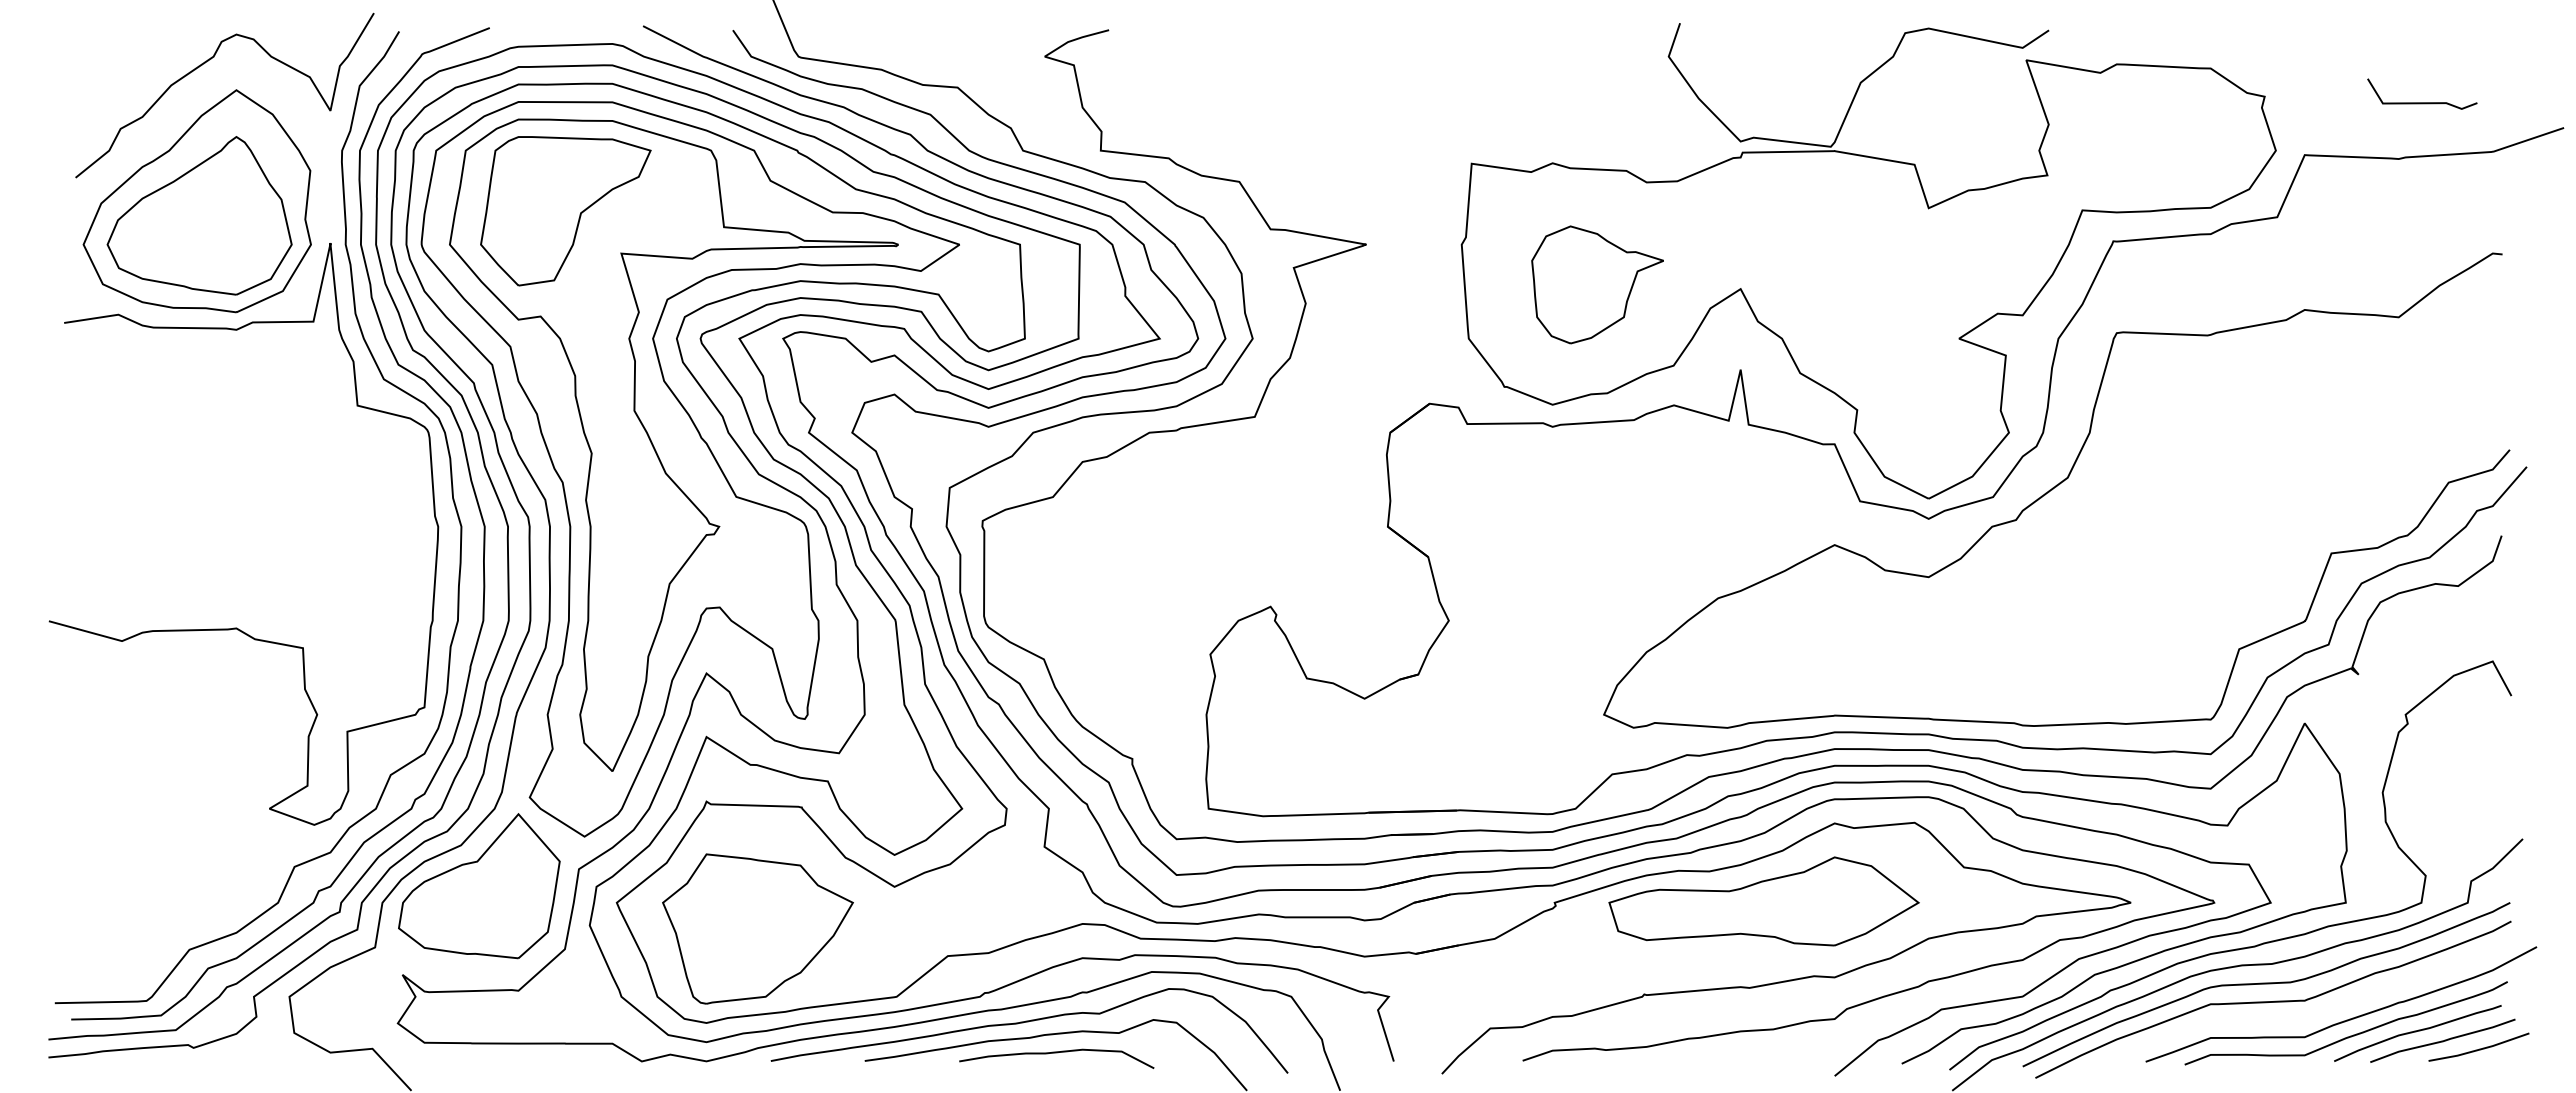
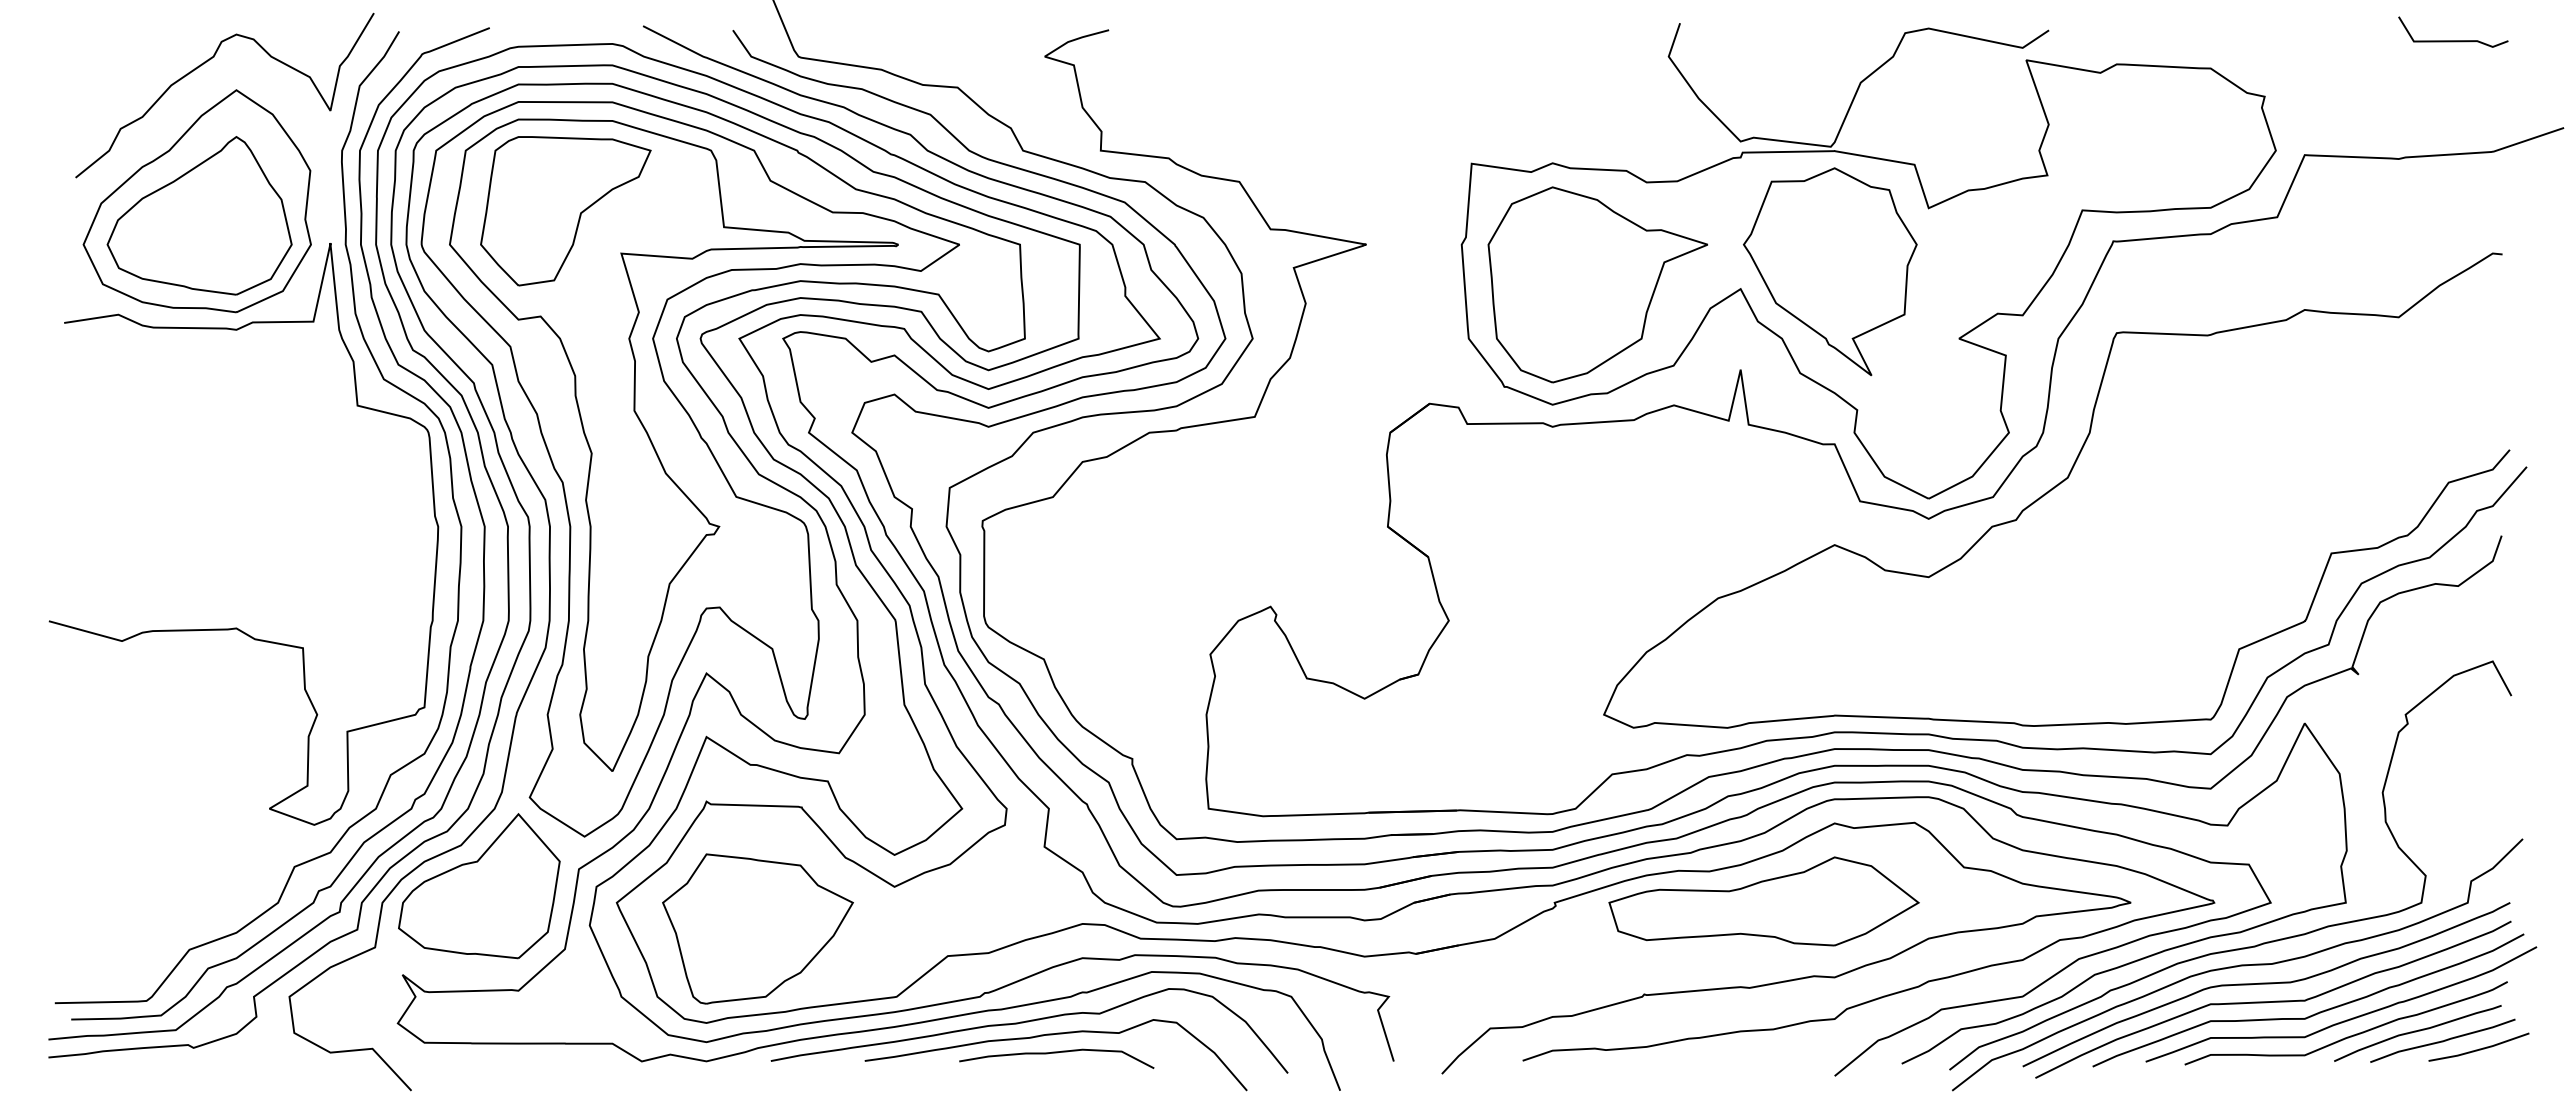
line at (2422, 102) position: (2422, 102) -> (2453, 40)
part at (1830, 271): none -> present
part at (1597, 284) size: 133x120 px -> 221x198 px
curve at (2314, 1013): none -> present
